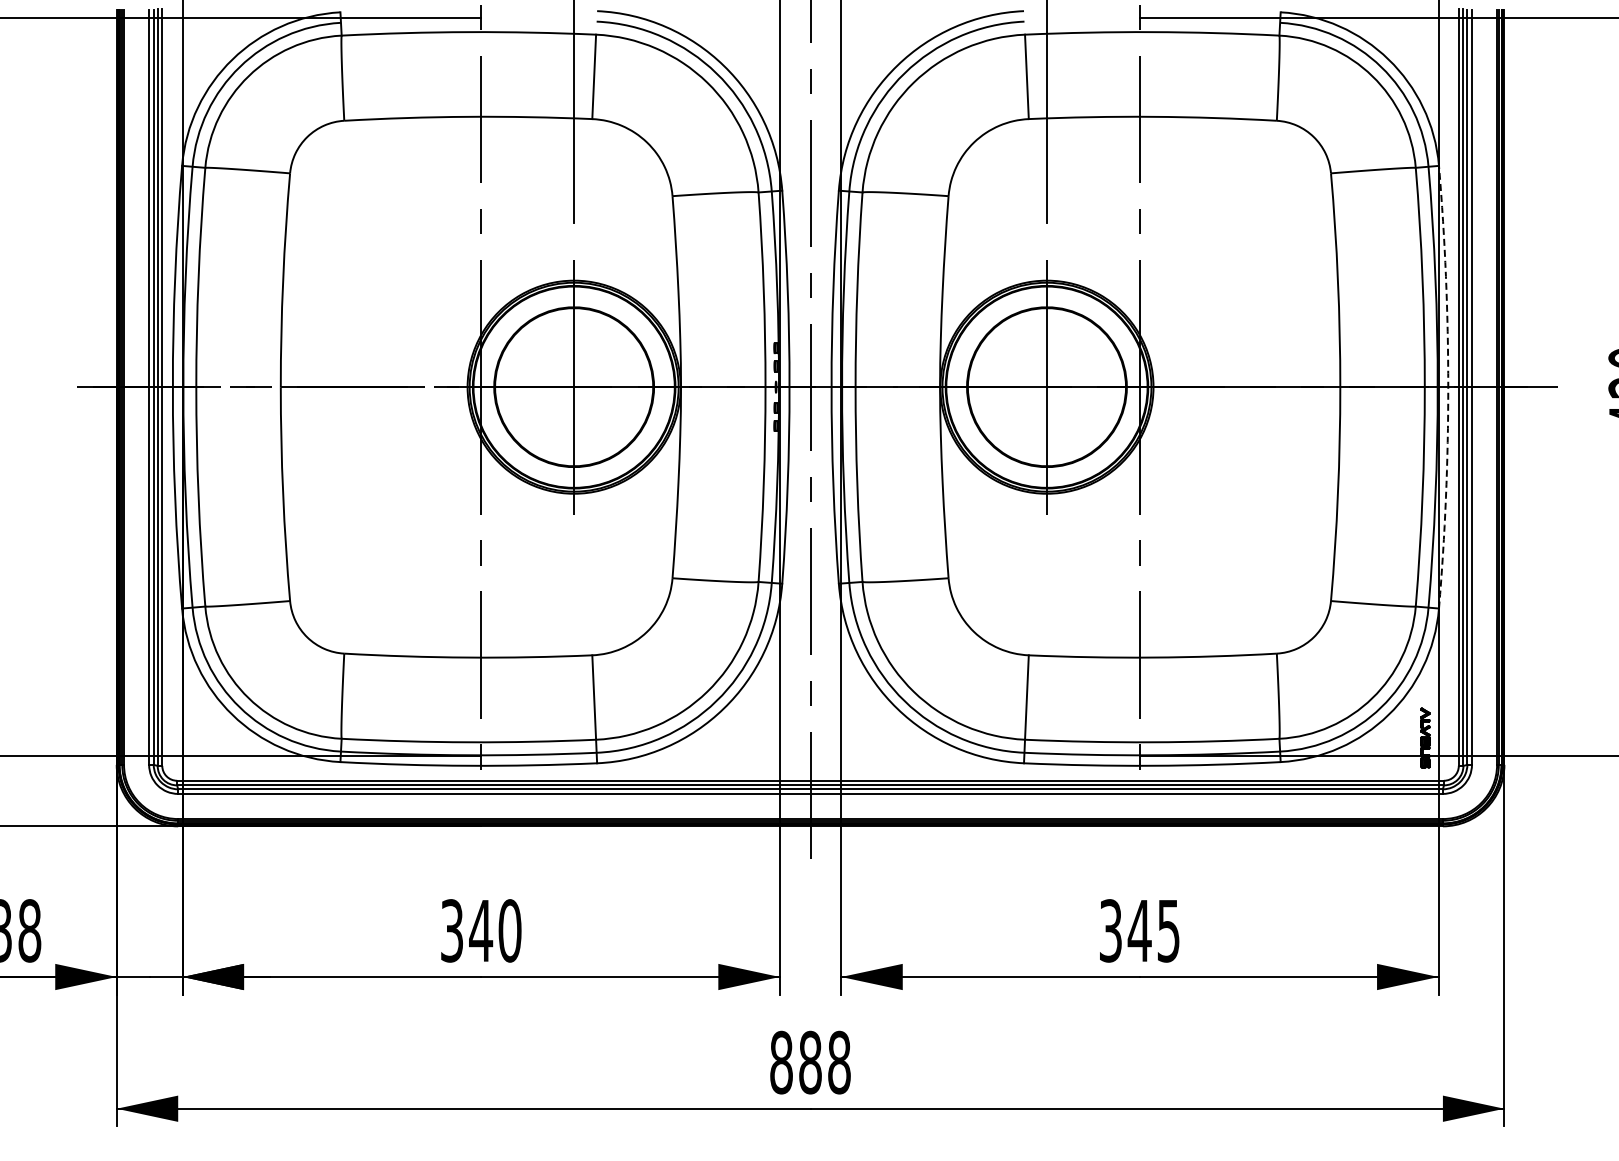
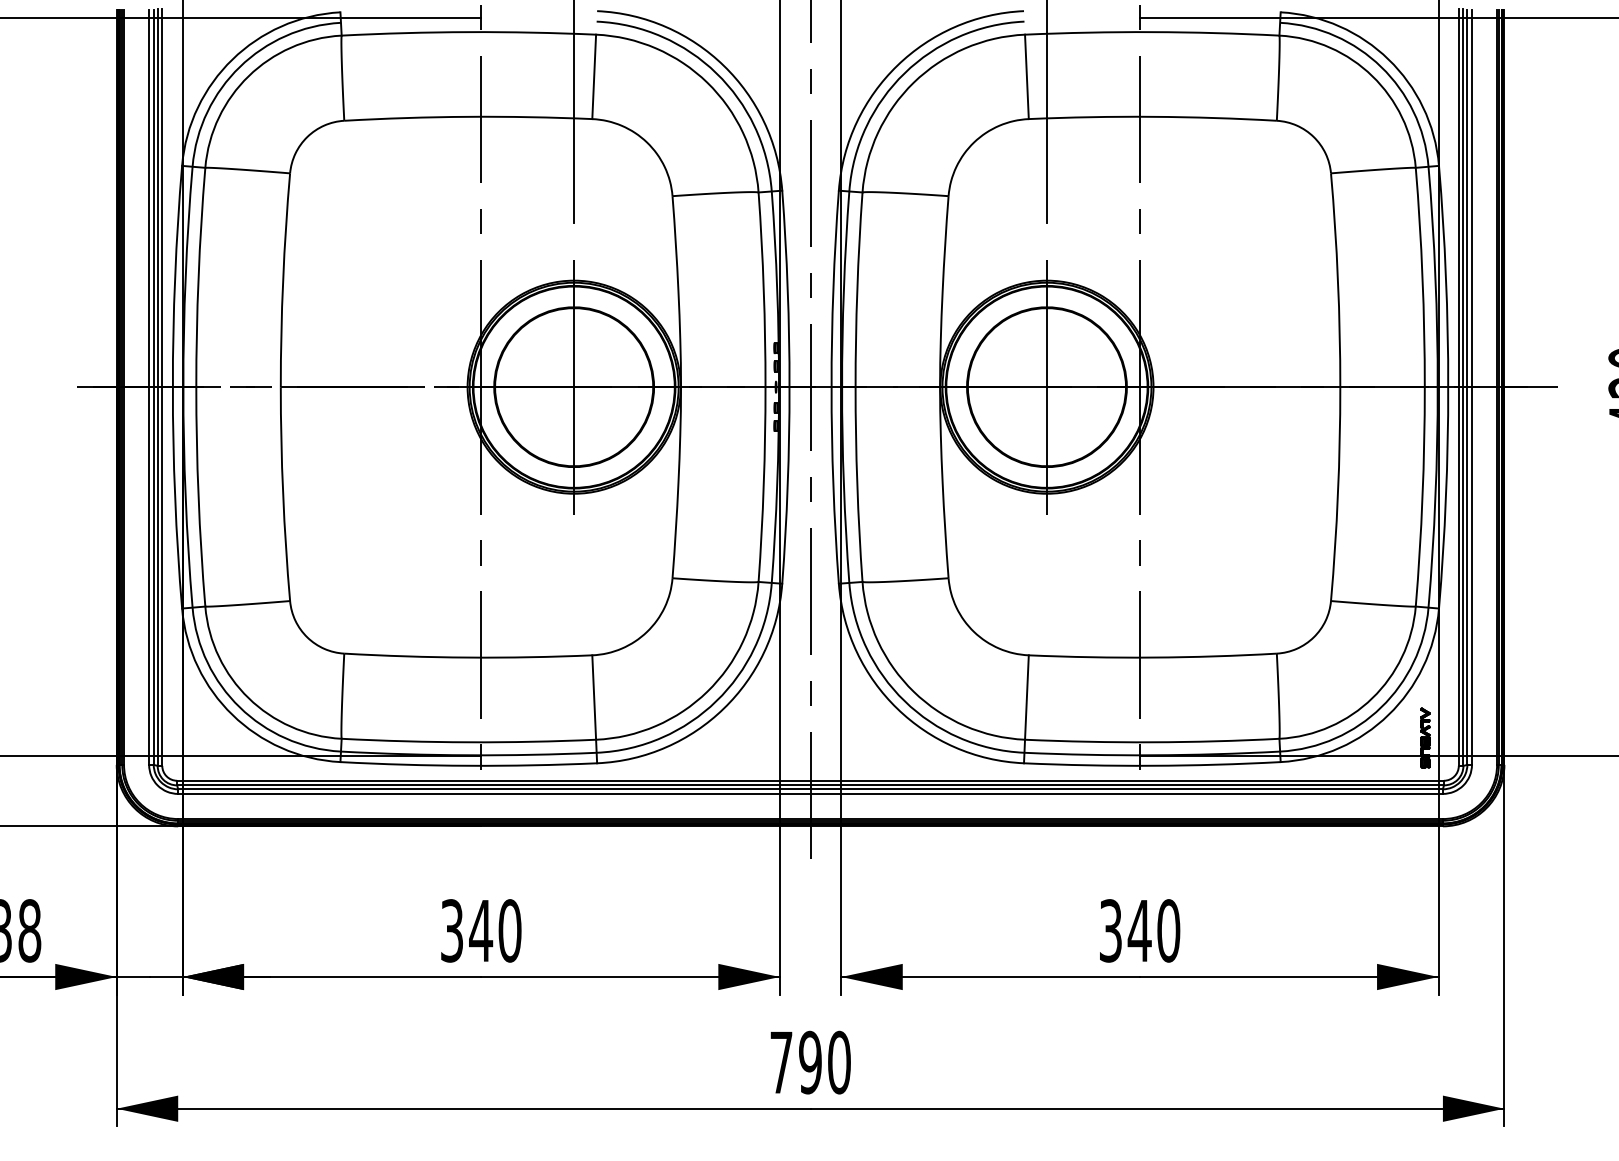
arc at (1448, 387): dashed -> solid
text at (1168, 930): 345 -> 340
text at (810, 1062): 888 -> 790
